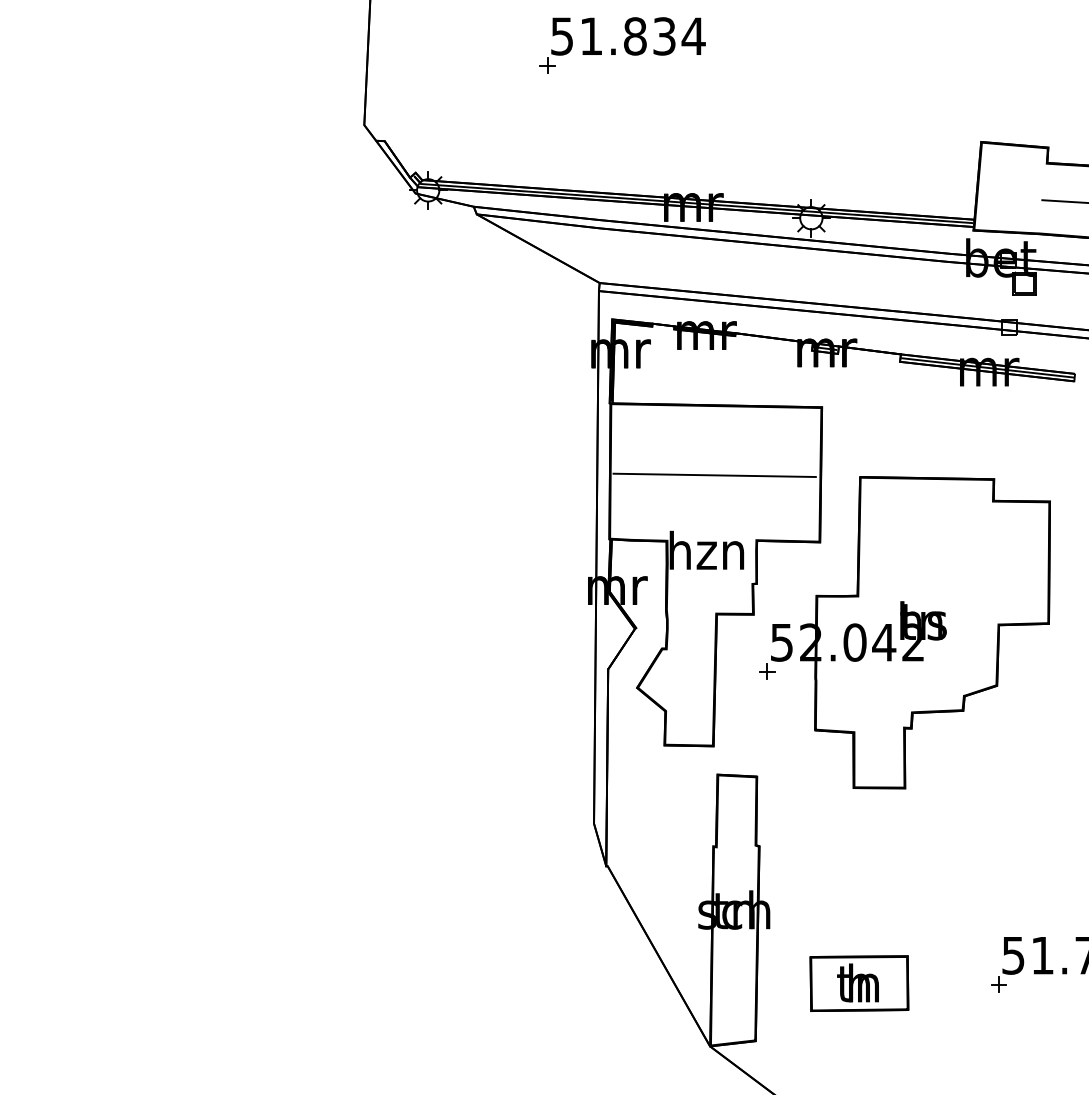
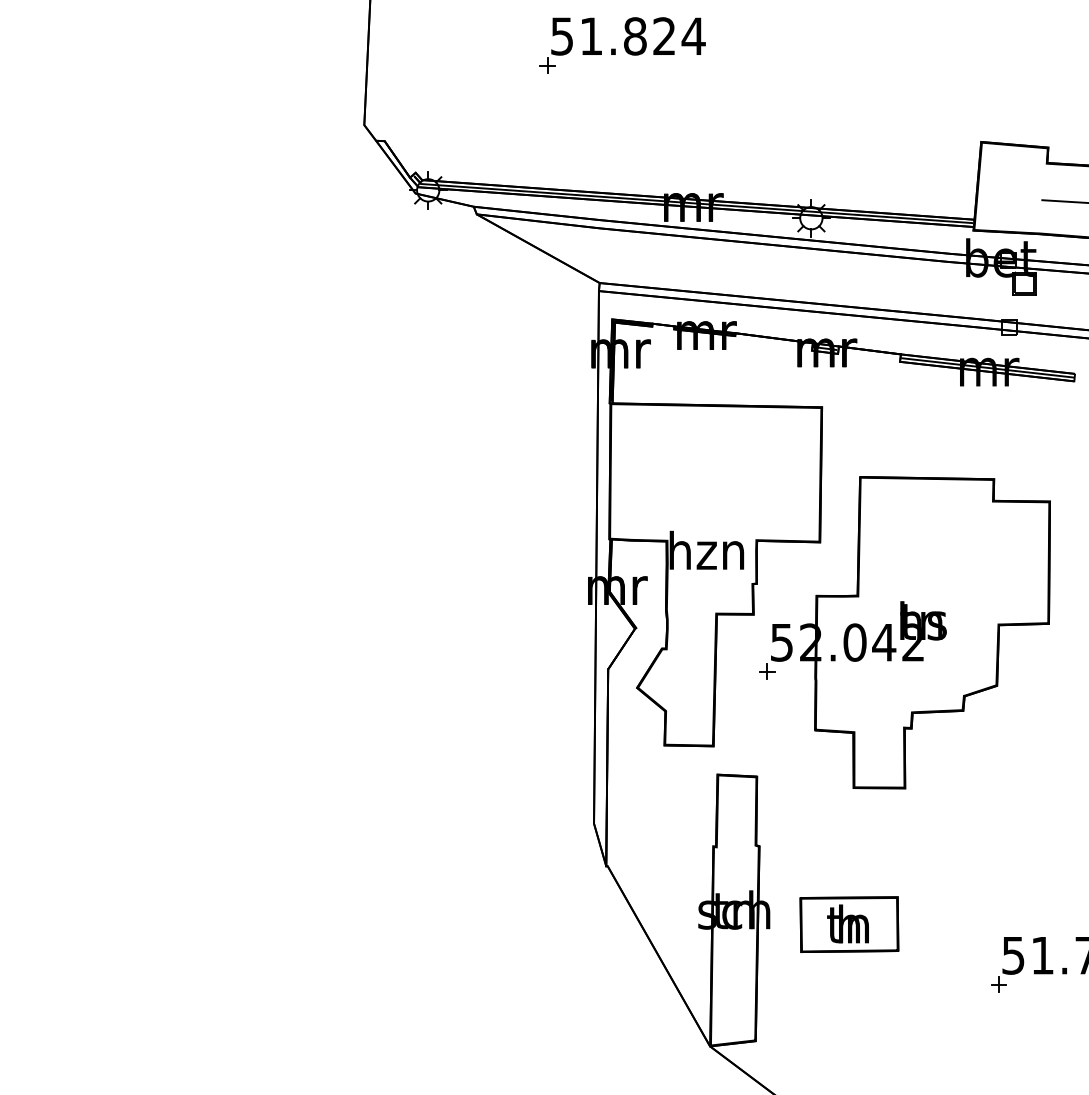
text at (664, 36): 51.834 -> 51.824
line at (714, 475): present -> none
part at (859, 983) position: (859, 983) -> (849, 924)
